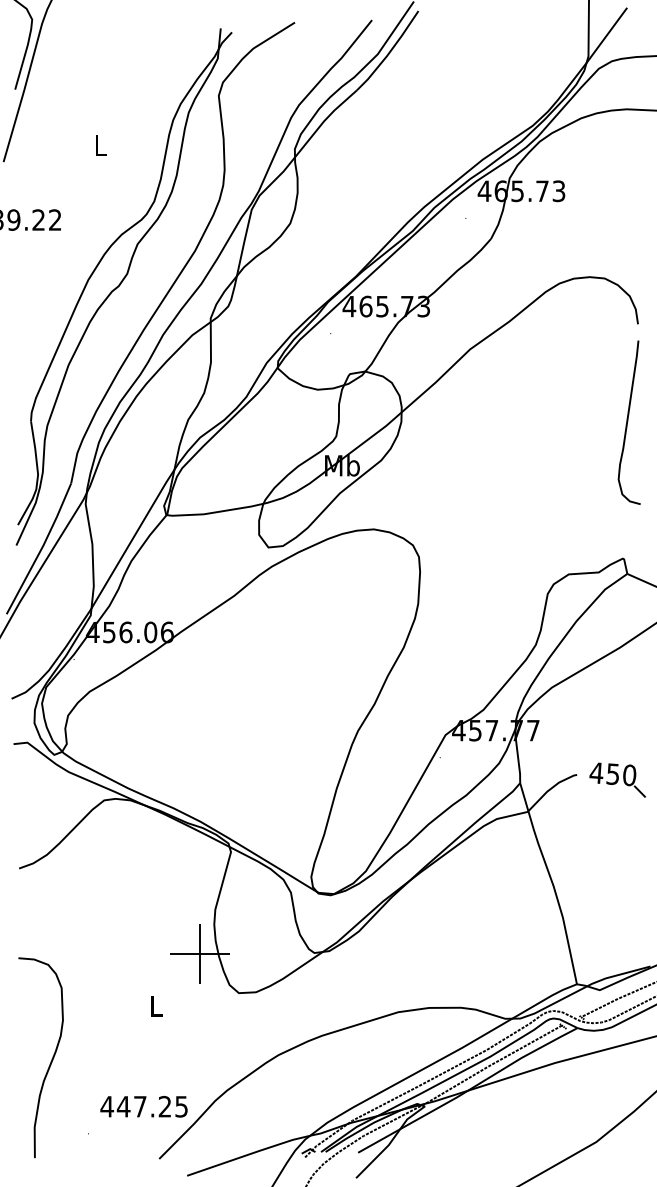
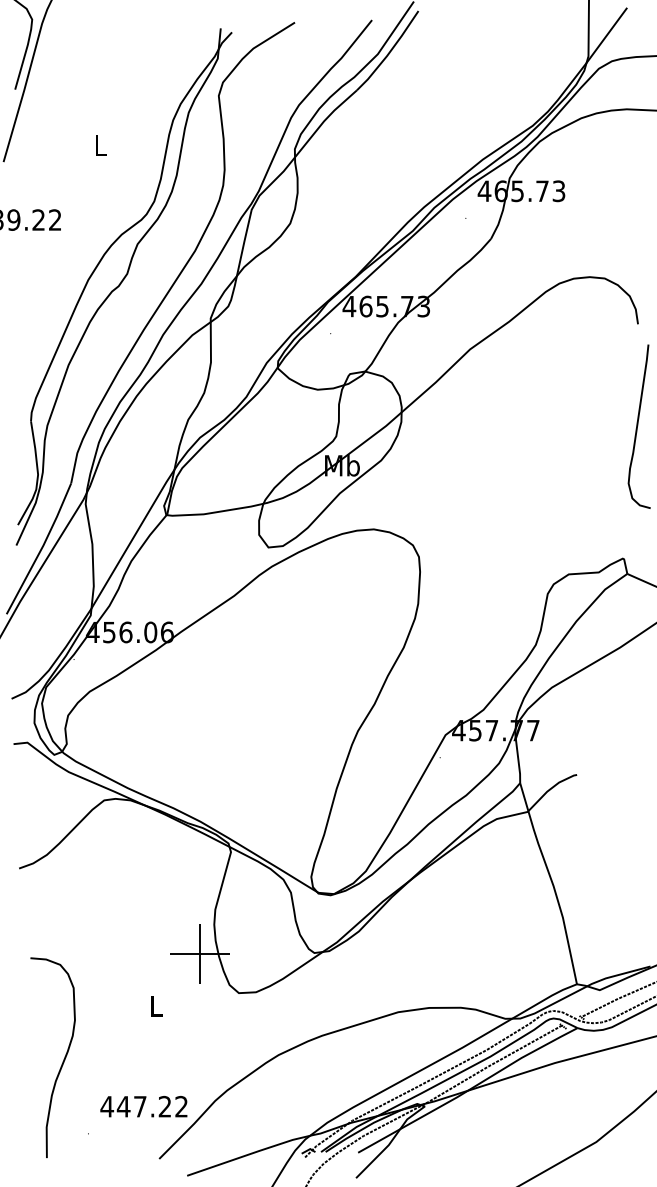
curve at (628, 421) position: (628, 421) -> (638, 425)
part at (617, 779): present -> none
curve at (50, 1061) position: (50, 1061) -> (62, 1061)
text at (181, 1106): 447.25 -> 447.22
